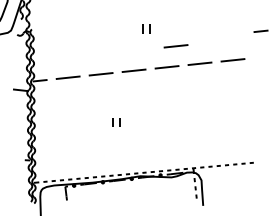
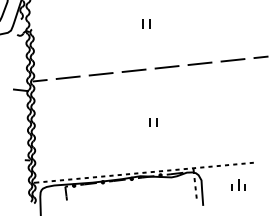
part at (146, 28) position: (146, 28) -> (146, 23)
line at (260, 30) position: (260, 30) -> (260, 56)
line at (175, 46): present -> none
part at (116, 122) position: (116, 122) -> (153, 122)
part at (238, 184): none -> present
